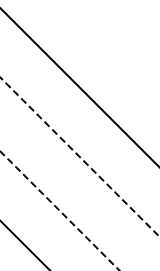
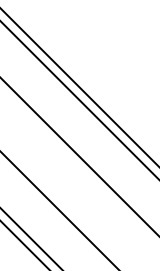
line at (79, 99): none -> present
line at (80, 157): dashed -> solid
line at (60, 211): dashed -> solid
line at (31, 238): none -> present
